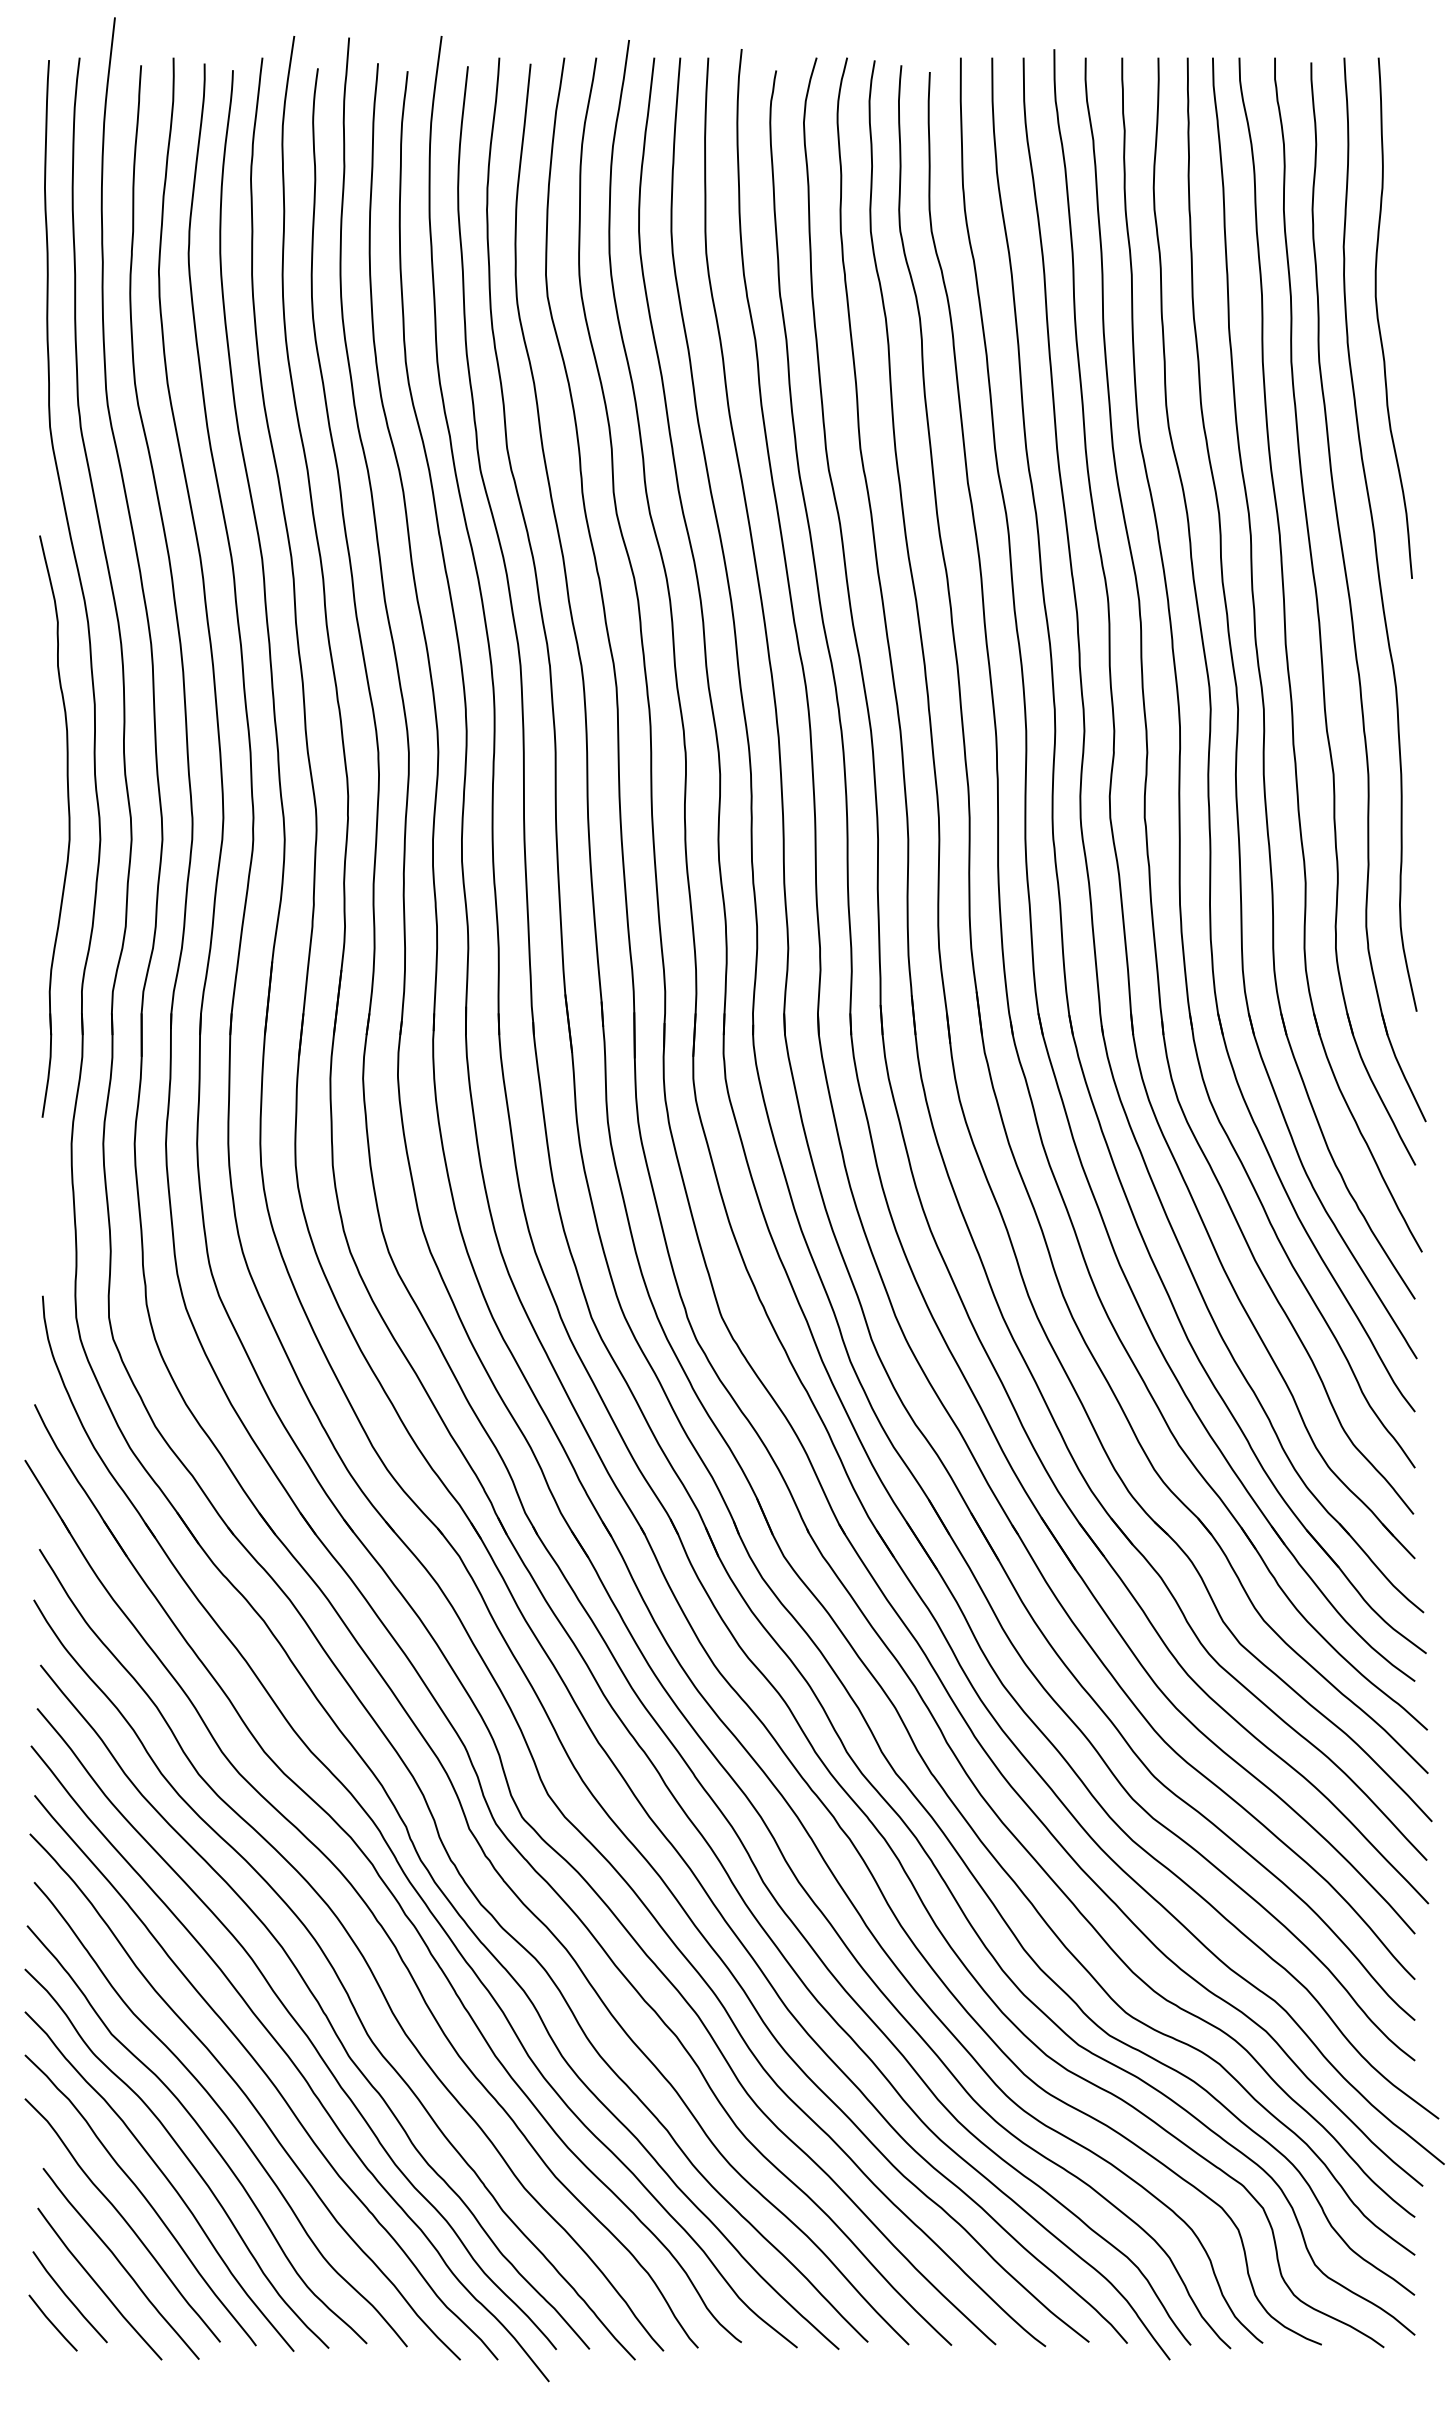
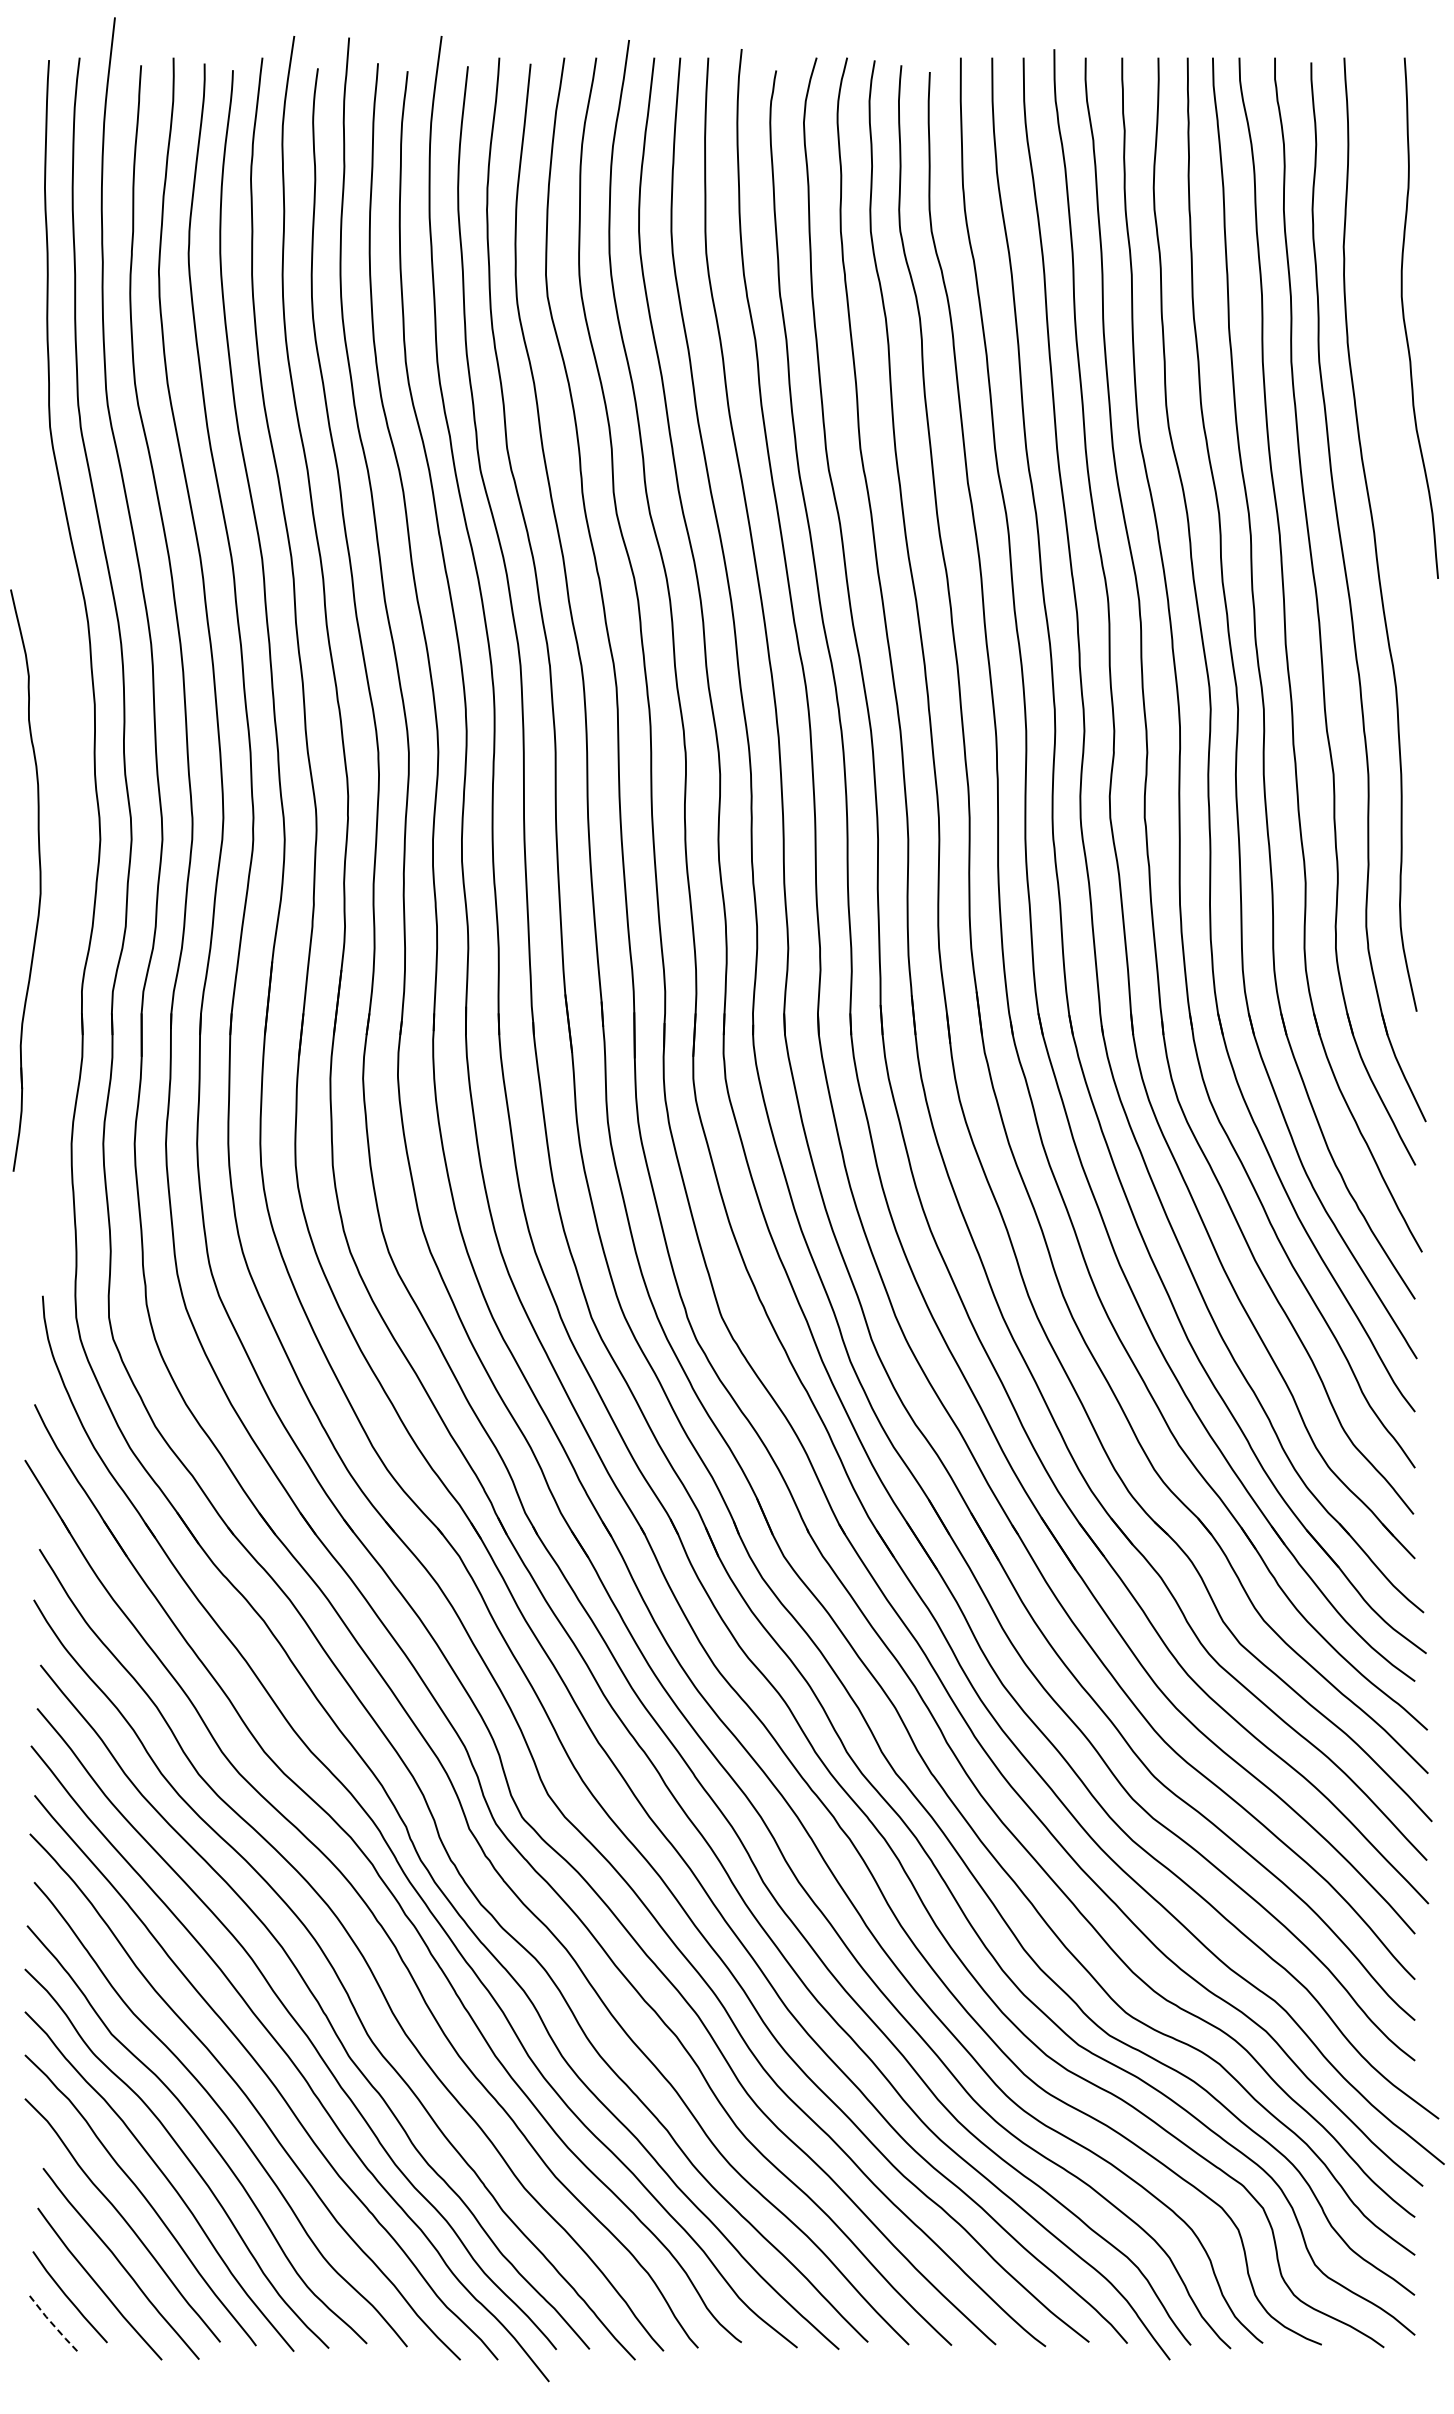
curve at (1379, 321) position: (1379, 321) -> (1405, 321)
part at (68, 826) position: (68, 826) -> (39, 880)
line at (52, 2323): solid -> dashed
